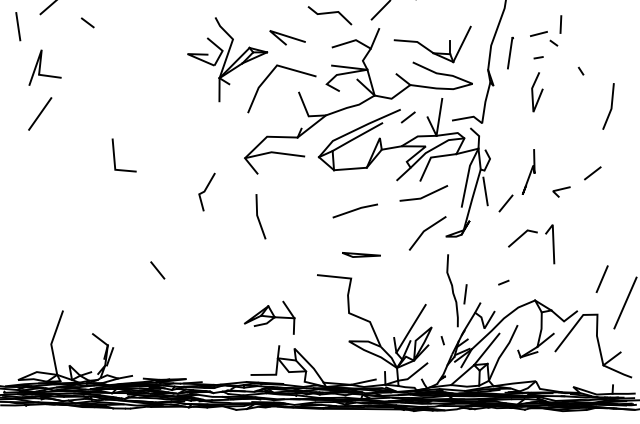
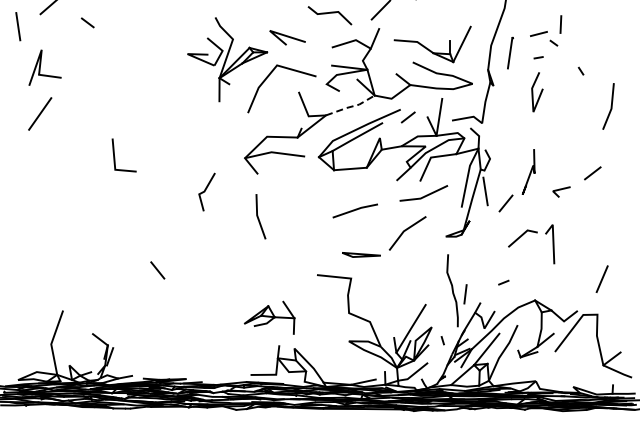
line at (350, 106): solid -> dashed
line at (425, 231) position: (425, 231) -> (405, 231)
line at (625, 302): present -> none
